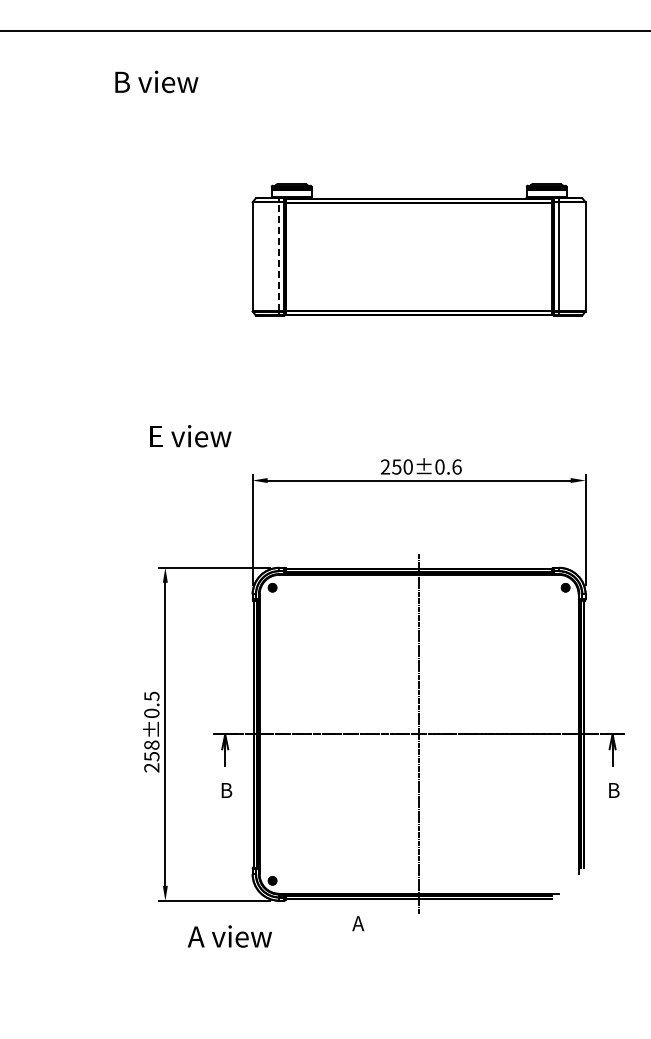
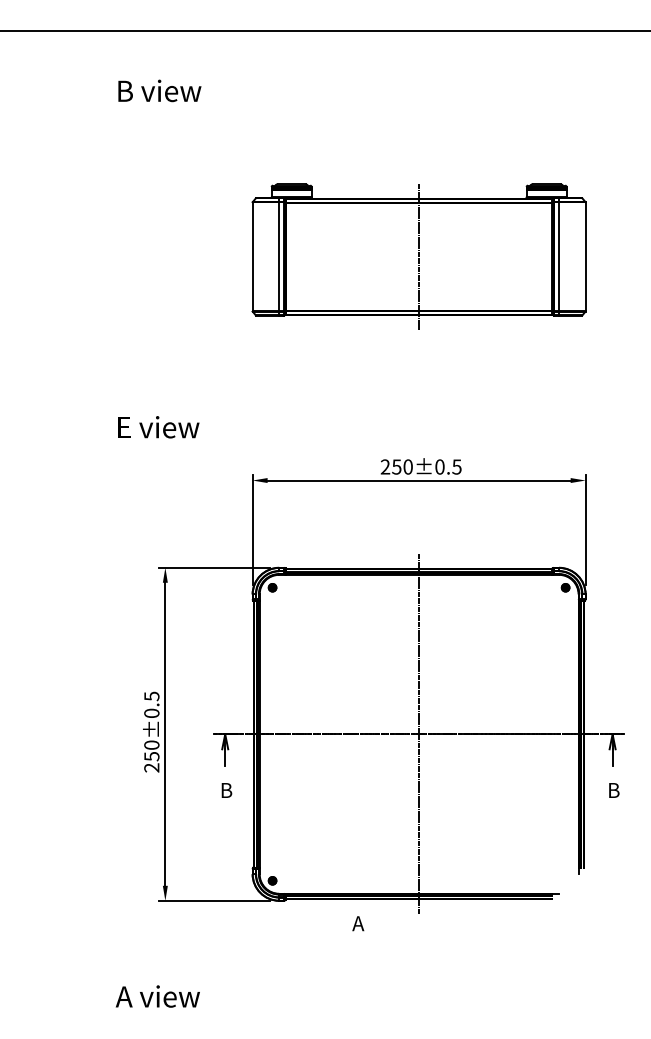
text at (156, 81) position: (156, 81) -> (159, 90)
line at (279, 256): dashed -> solid
line at (419, 256): none -> present
text at (190, 436) position: (190, 436) -> (158, 427)
text at (456, 466): 250±0.6 -> 250±0.5
text at (152, 744): 258±0.5 -> 250±0.5
text at (229, 936) position: (229, 936) -> (157, 996)
